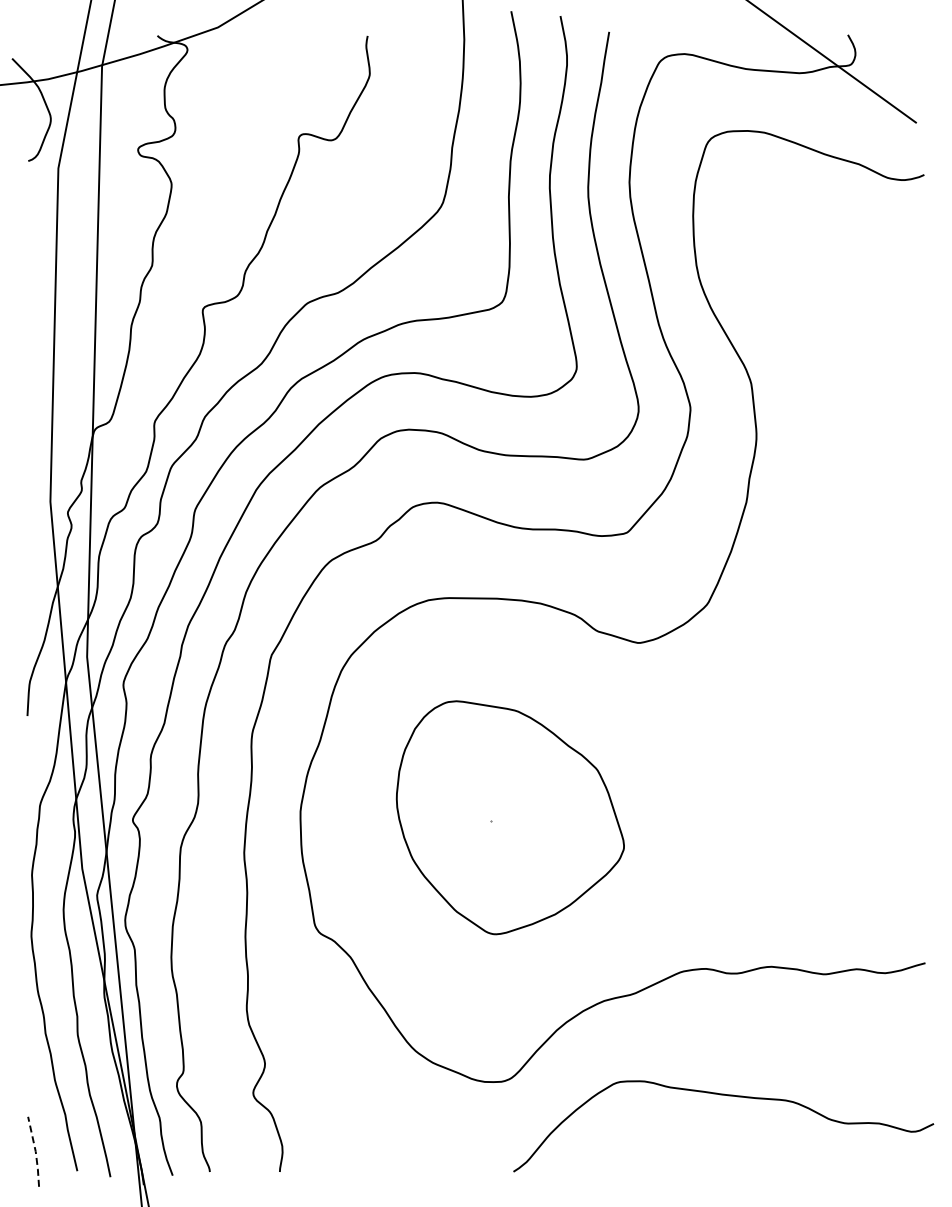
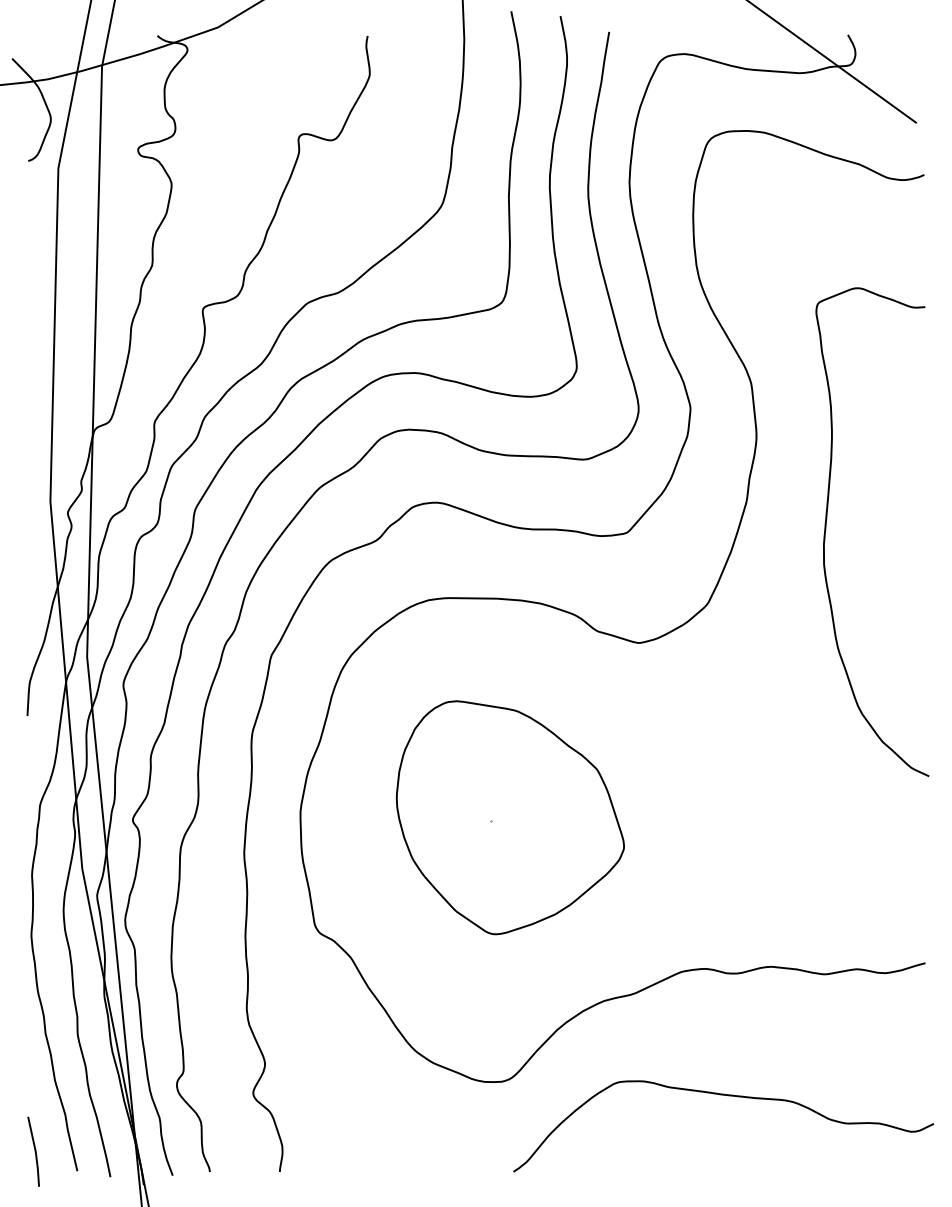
curve at (826, 530): none -> present
line at (35, 1151): dashed -> solid
